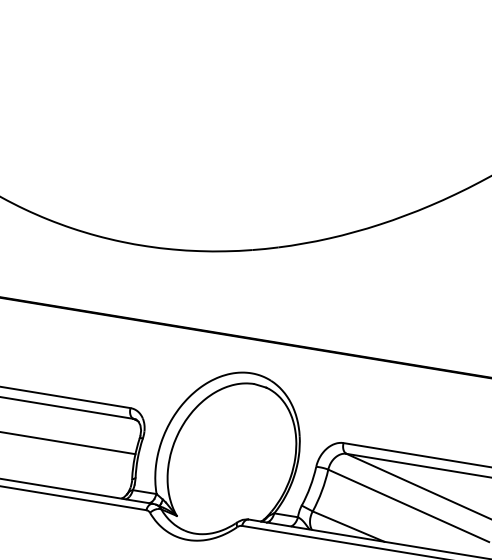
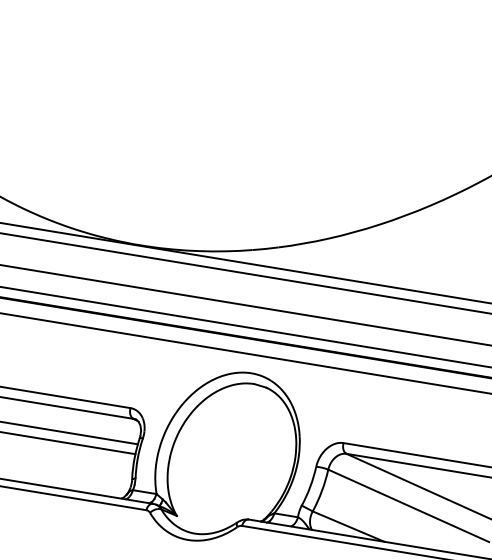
line at (245, 263): none -> present
line at (245, 273): none -> present
line at (245, 305): none -> present
line at (245, 326): none -> present
line at (245, 353): none -> present
line at (70, 433): none -> present
